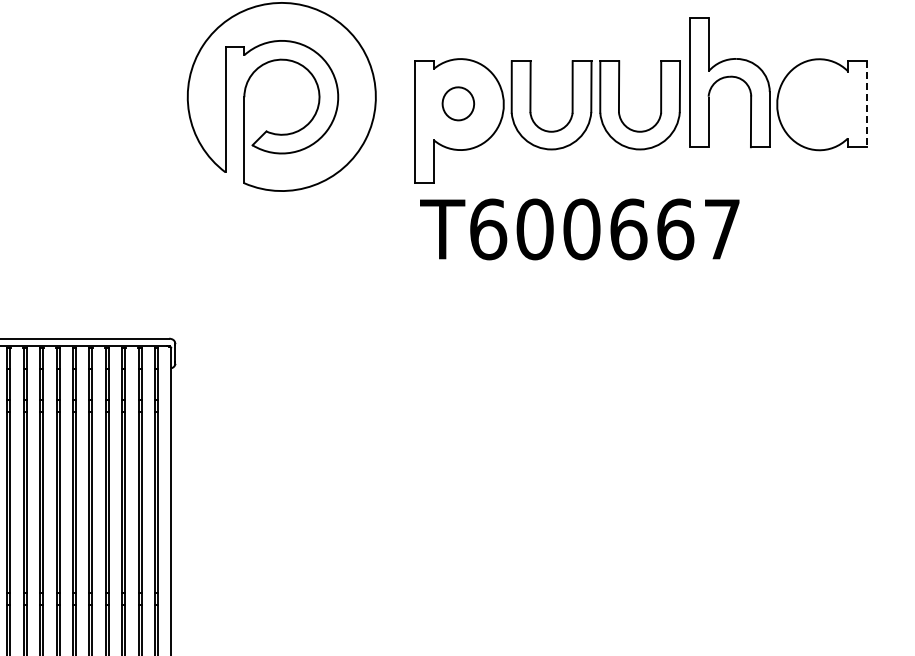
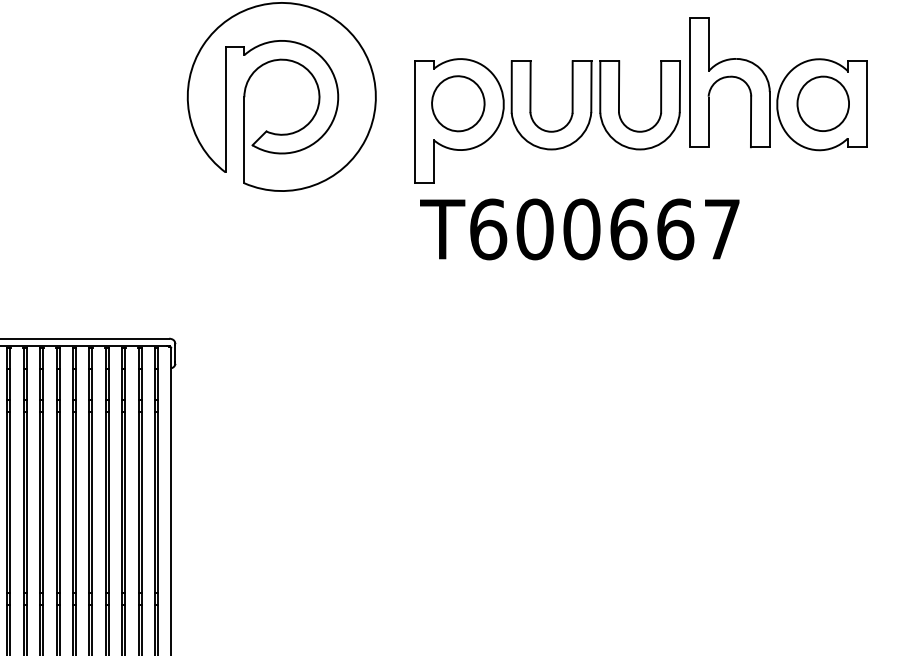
part at (458, 103) size: 35x36 px -> 55x58 px
part at (822, 103): none -> present
line at (866, 104): dashed -> solid
